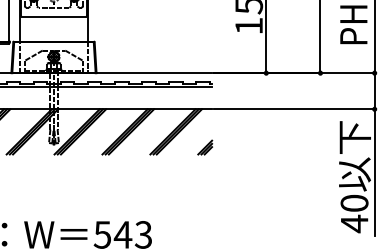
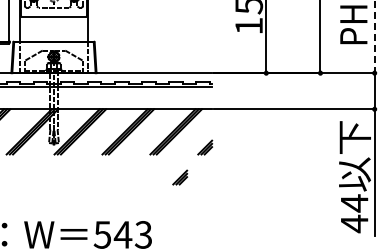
line at (374, 37): solid -> dashed
part at (180, 177): none -> present
text at (354, 203): 40 -> 44
